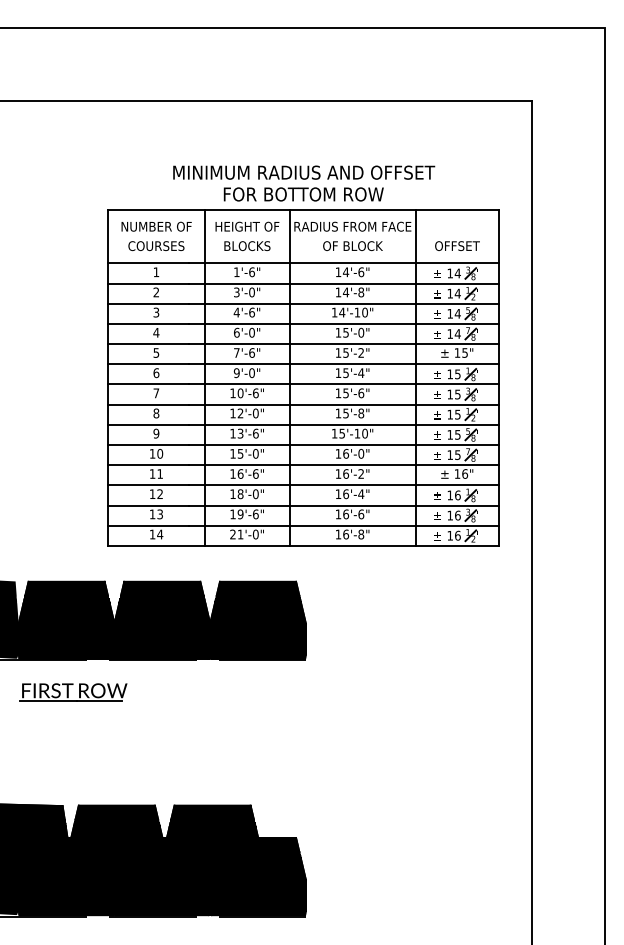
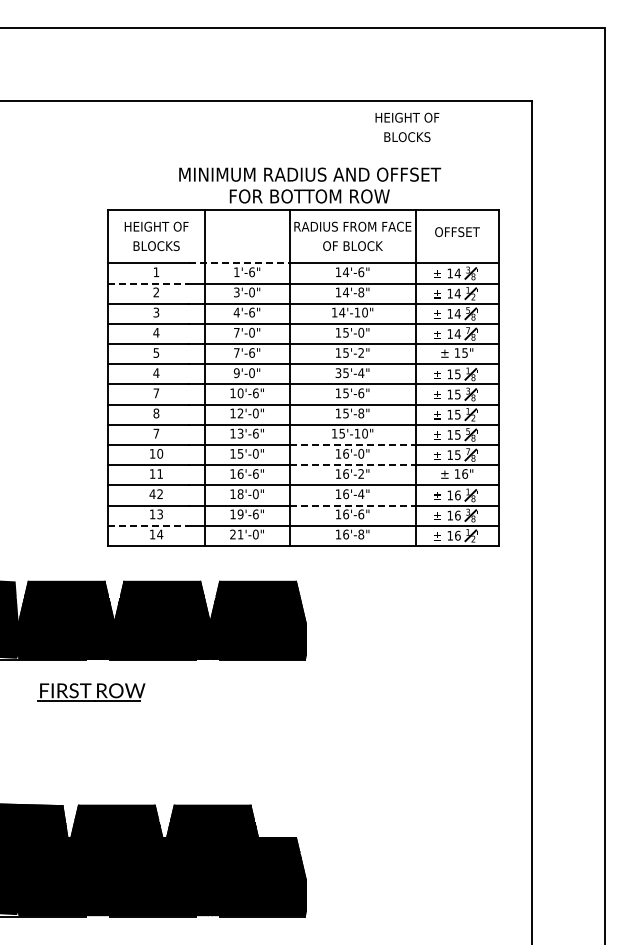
text at (304, 183) position: (304, 183) -> (310, 185)
text at (156, 236): NUMBER OF COURSES -> HEIGHT OF BLOCKS
text at (247, 236) position: (247, 236) -> (407, 127)
text at (457, 245) position: (457, 245) -> (457, 231)
line at (239, 263): solid -> dashed
line at (148, 283): solid -> dashed
text at (236, 332): 6'-0" -> 7'-0"
text at (156, 373): 6 -> 4
text at (338, 373): 15'-4" -> 35'-4"
text at (156, 433): 9 -> 7
line at (353, 444): solid -> dashed
line at (353, 465): solid -> dashed
text at (152, 493): 12 -> 42
line at (353, 505): solid -> dashed
line at (148, 525): solid -> dashed
part at (73, 692) position: (73, 692) -> (91, 692)
